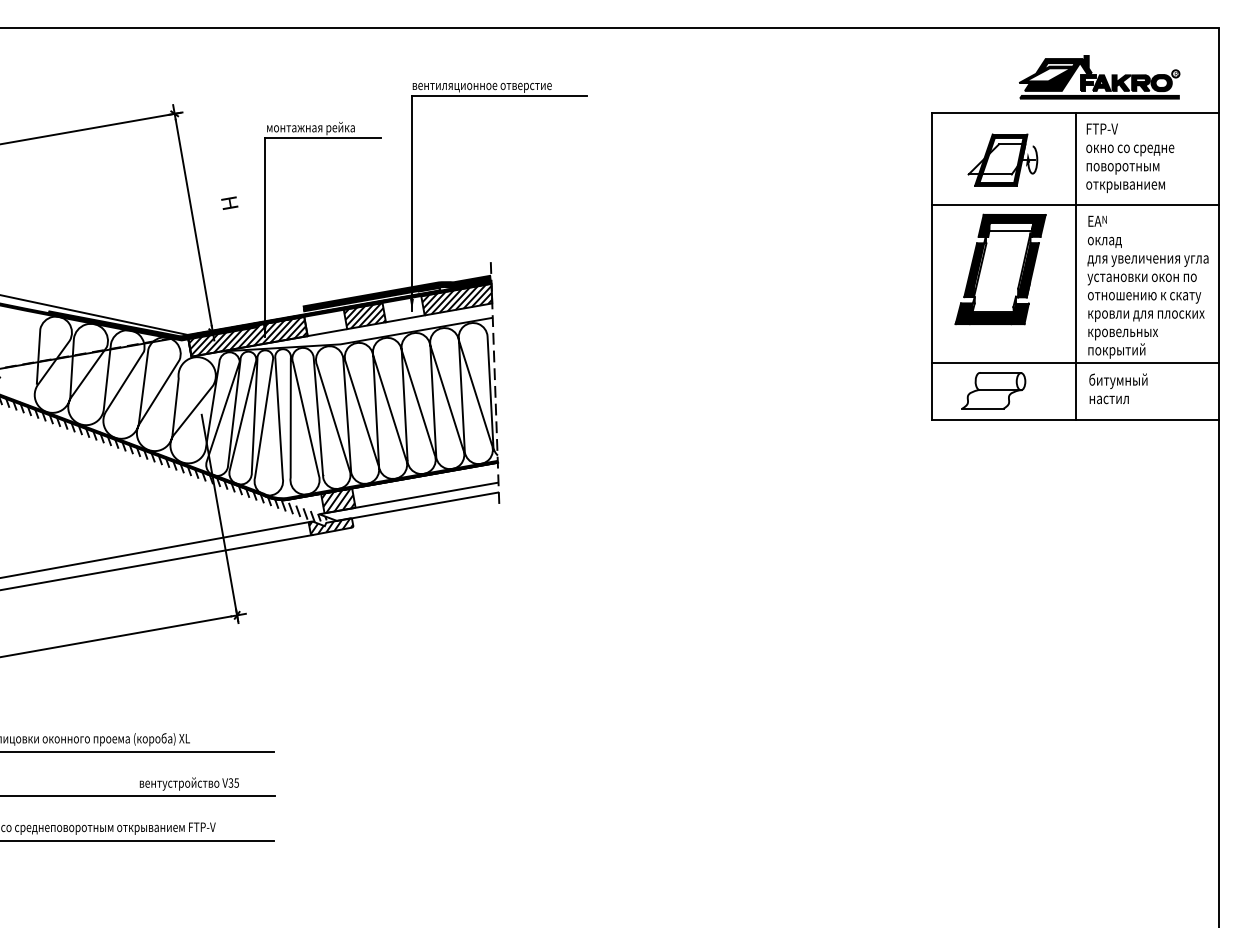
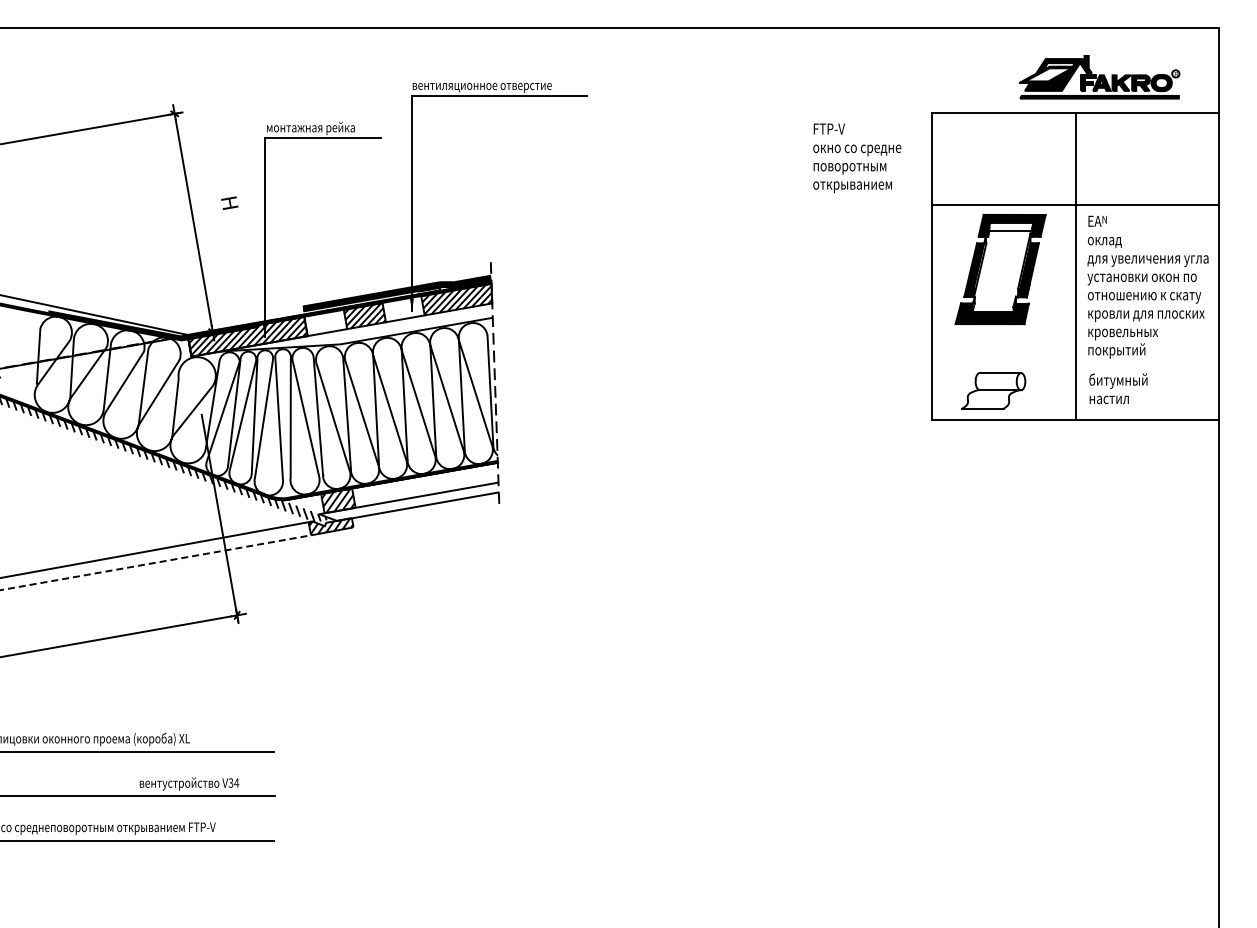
text at (1130, 157) position: (1130, 157) -> (857, 157)
part at (1002, 159): present -> none
line at (1074, 362): present -> none
line at (157, 562): solid -> dashed
text at (236, 782): V35 -> V34
